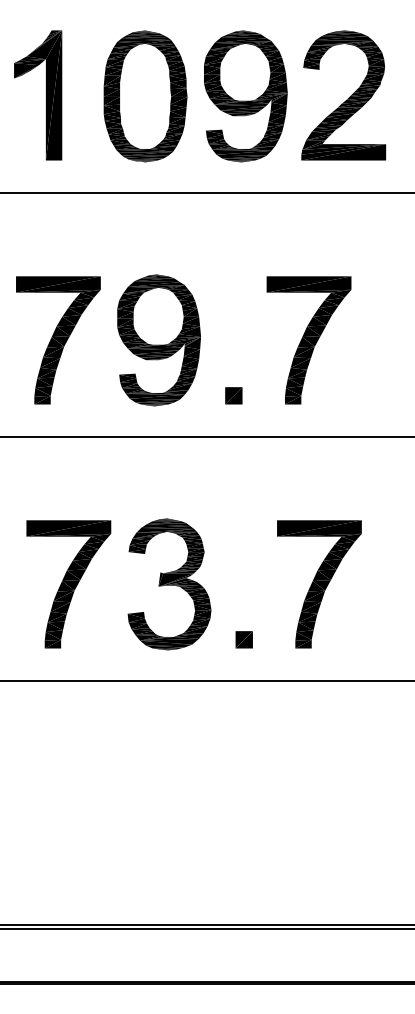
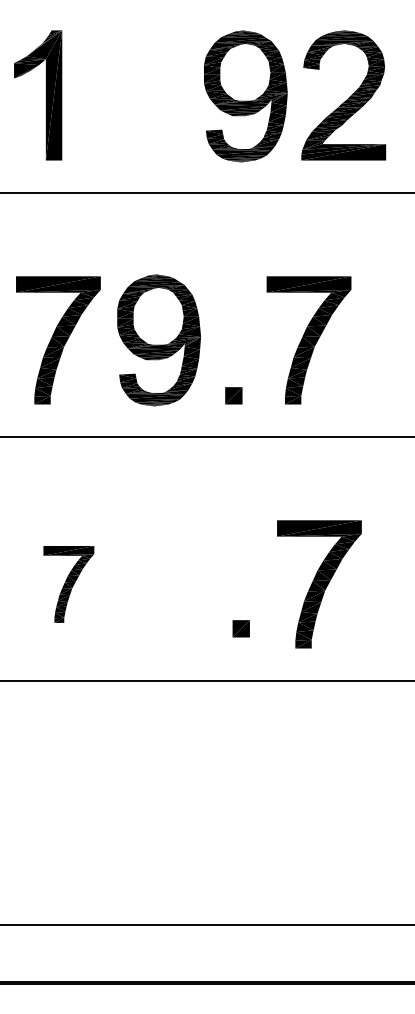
part at (145, 96): present -> none
part at (68, 584) size: 86x129 px -> 52x77 px
part at (169, 584): present -> none
part at (243, 639) position: (243, 639) -> (240, 628)
line at (206, 928): present -> none
